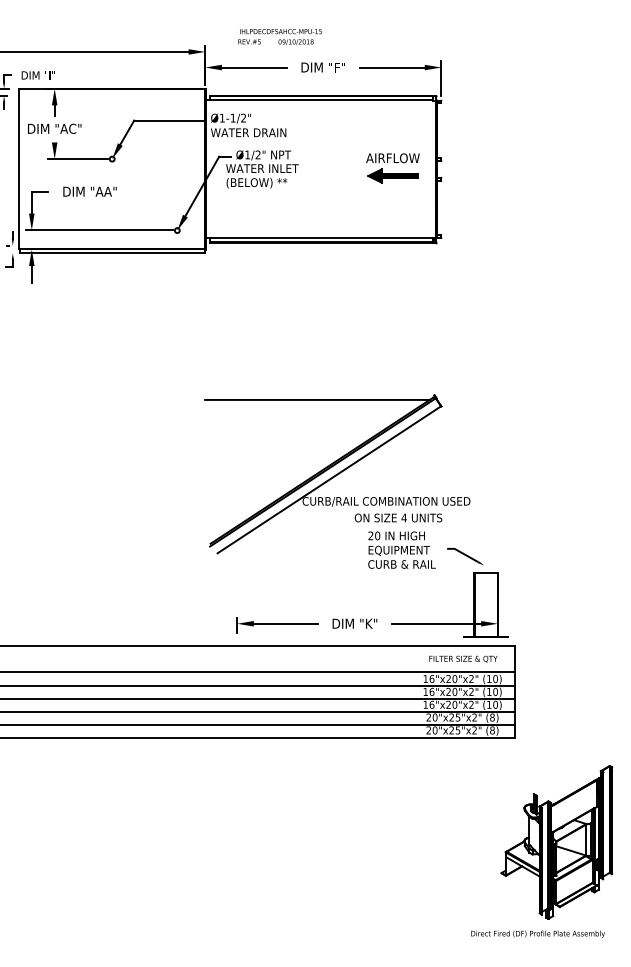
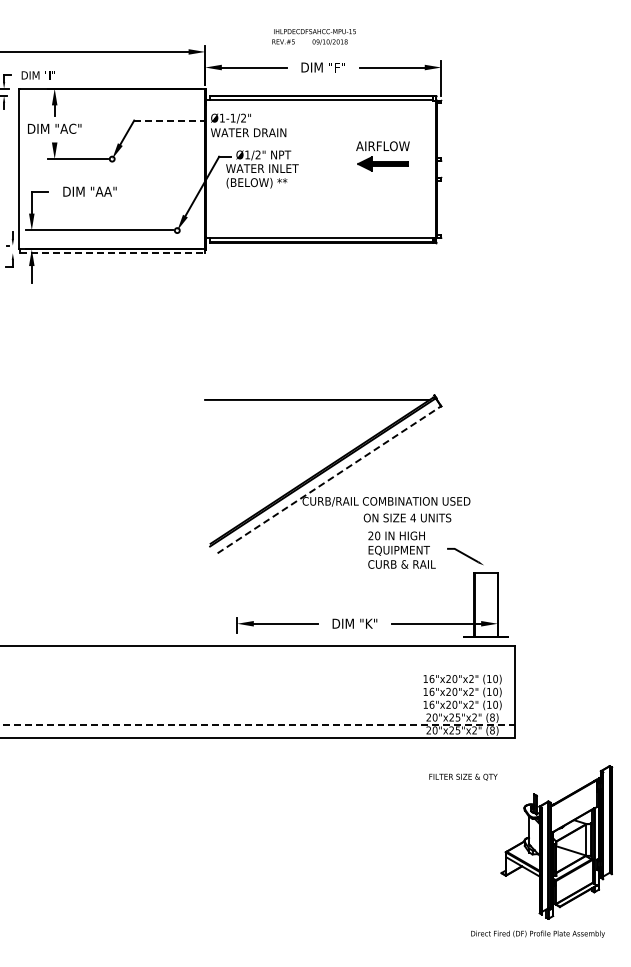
text at (279, 36) position: (279, 36) -> (313, 36)
line at (170, 120): solid -> dashed
part at (392, 168) position: (392, 168) -> (382, 156)
line at (112, 253): solid -> dashed
line at (329, 479): solid -> dashed
text at (398, 517) position: (398, 517) -> (407, 517)
text at (463, 658) position: (463, 658) -> (463, 776)
line at (258, 672): present -> none
line at (258, 686): present -> none
line at (258, 699): present -> none
line at (258, 712): present -> none
line at (257, 725): solid -> dashed
